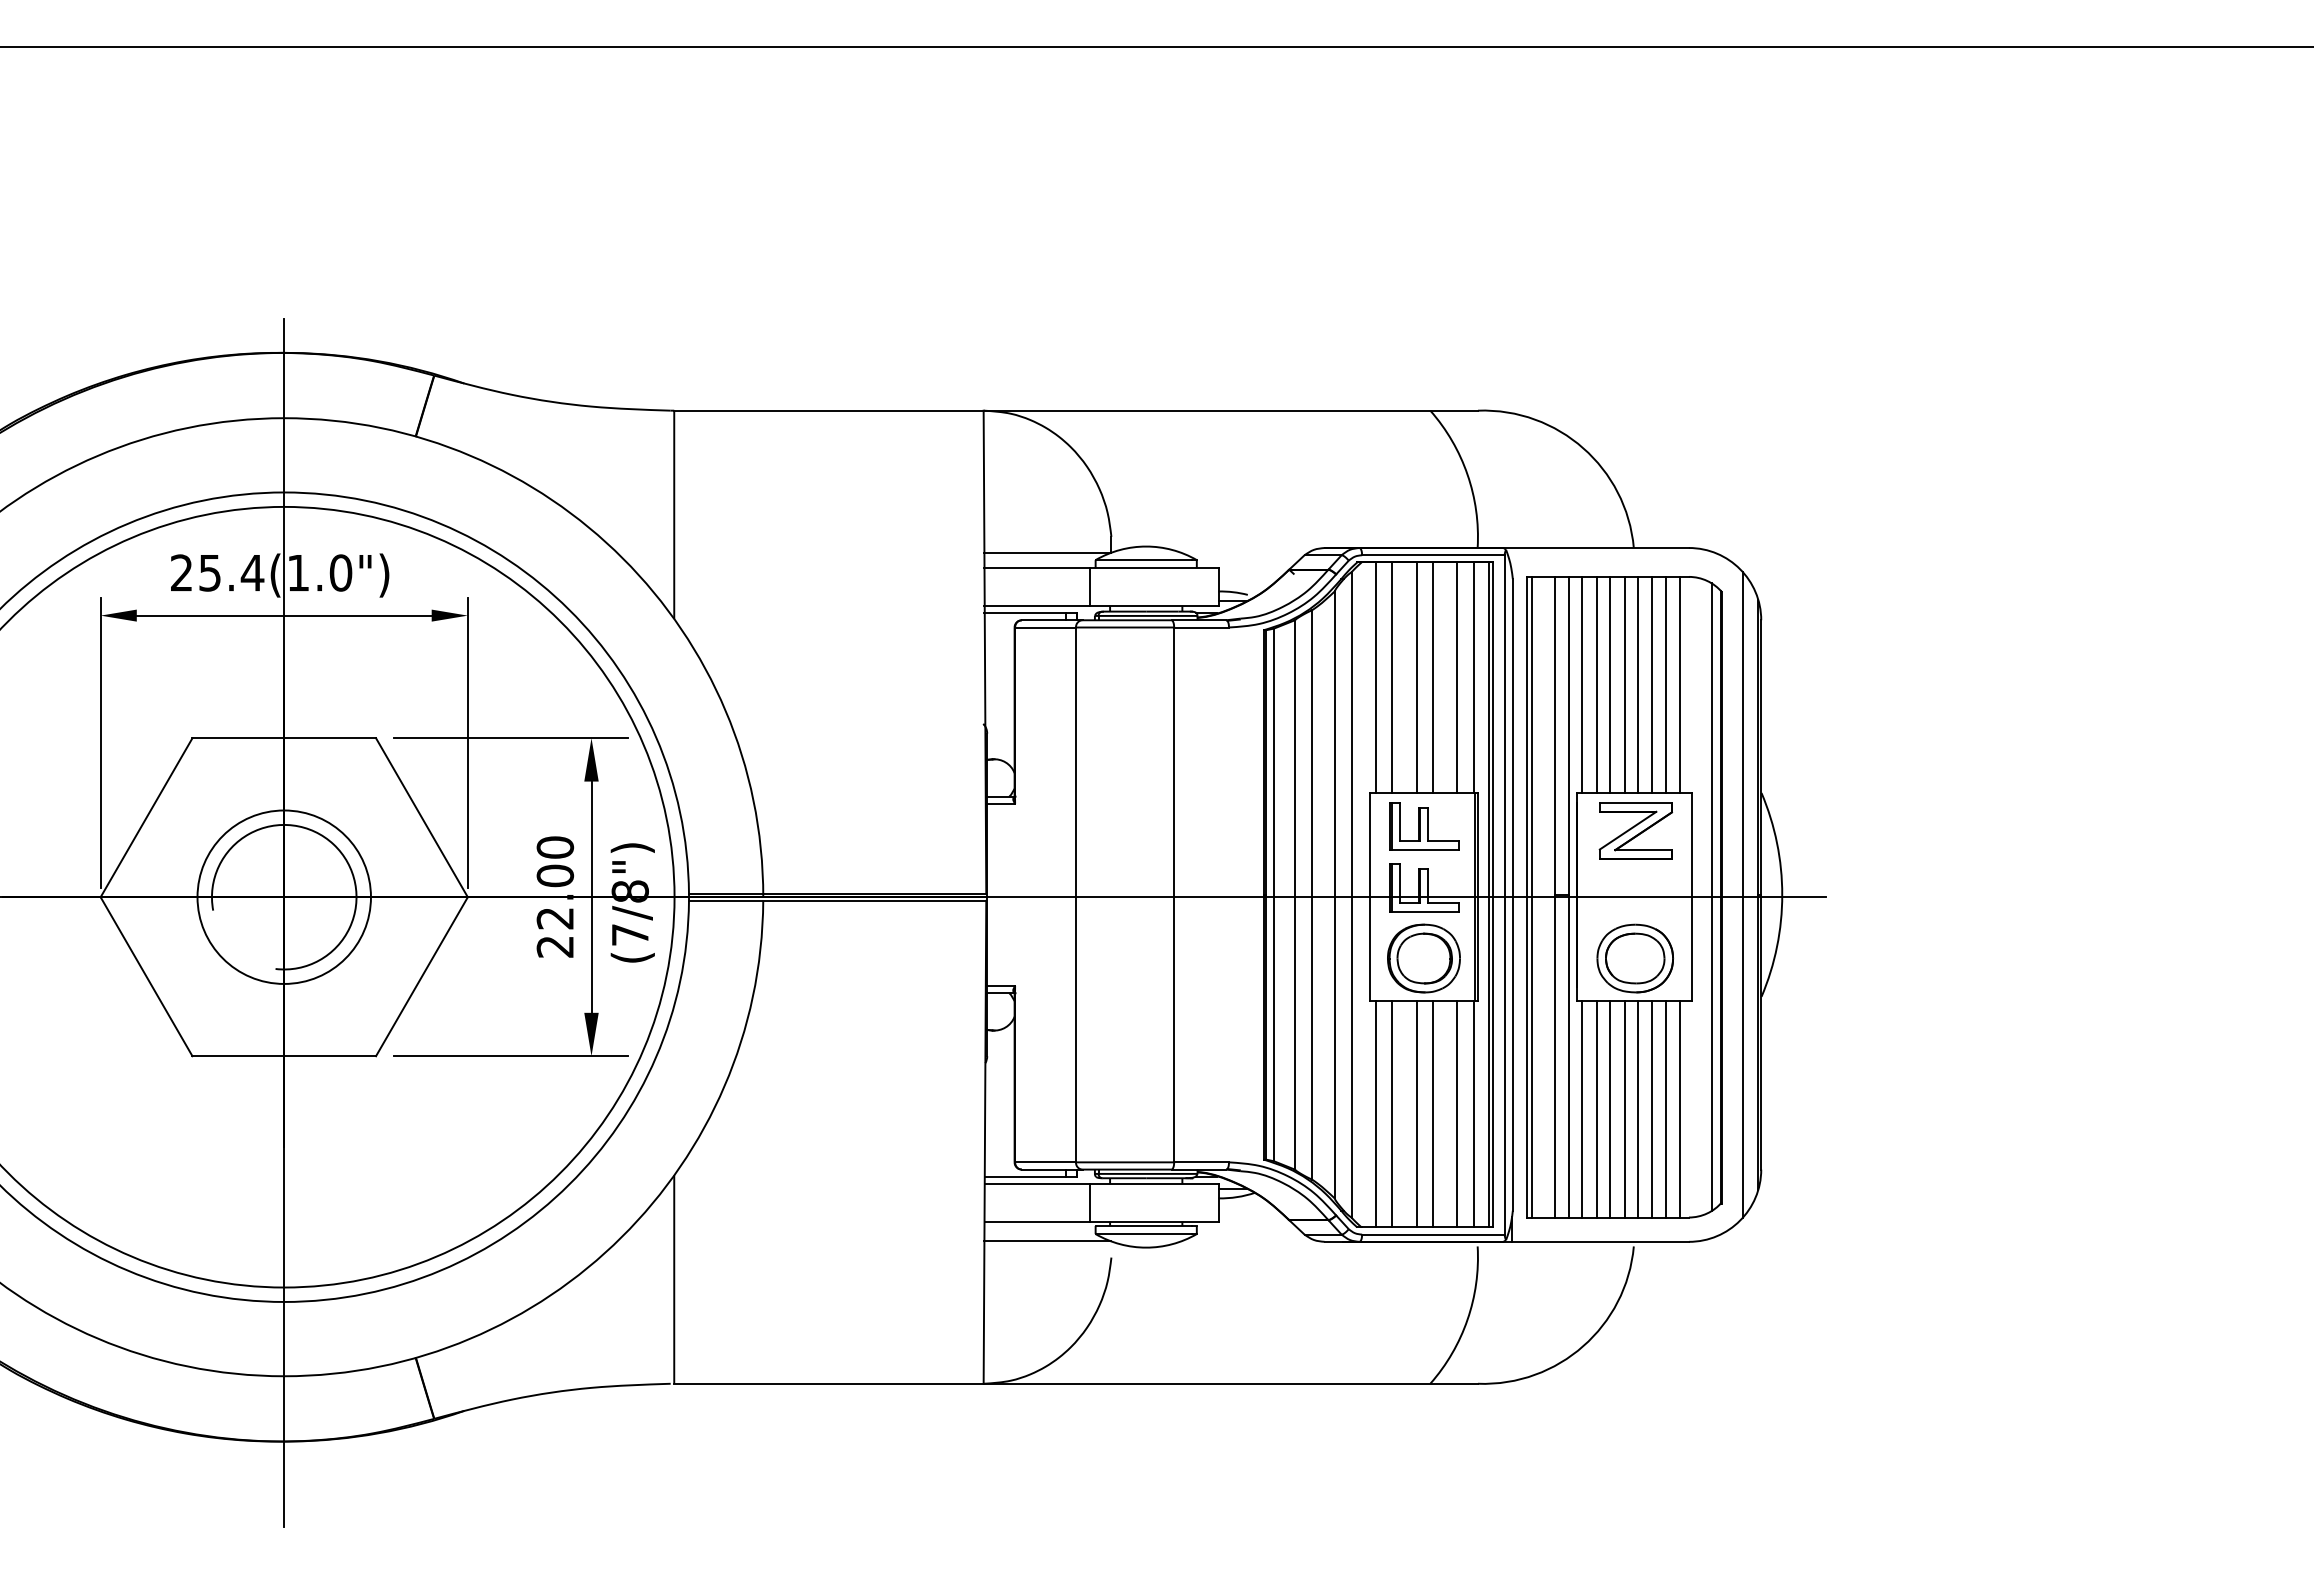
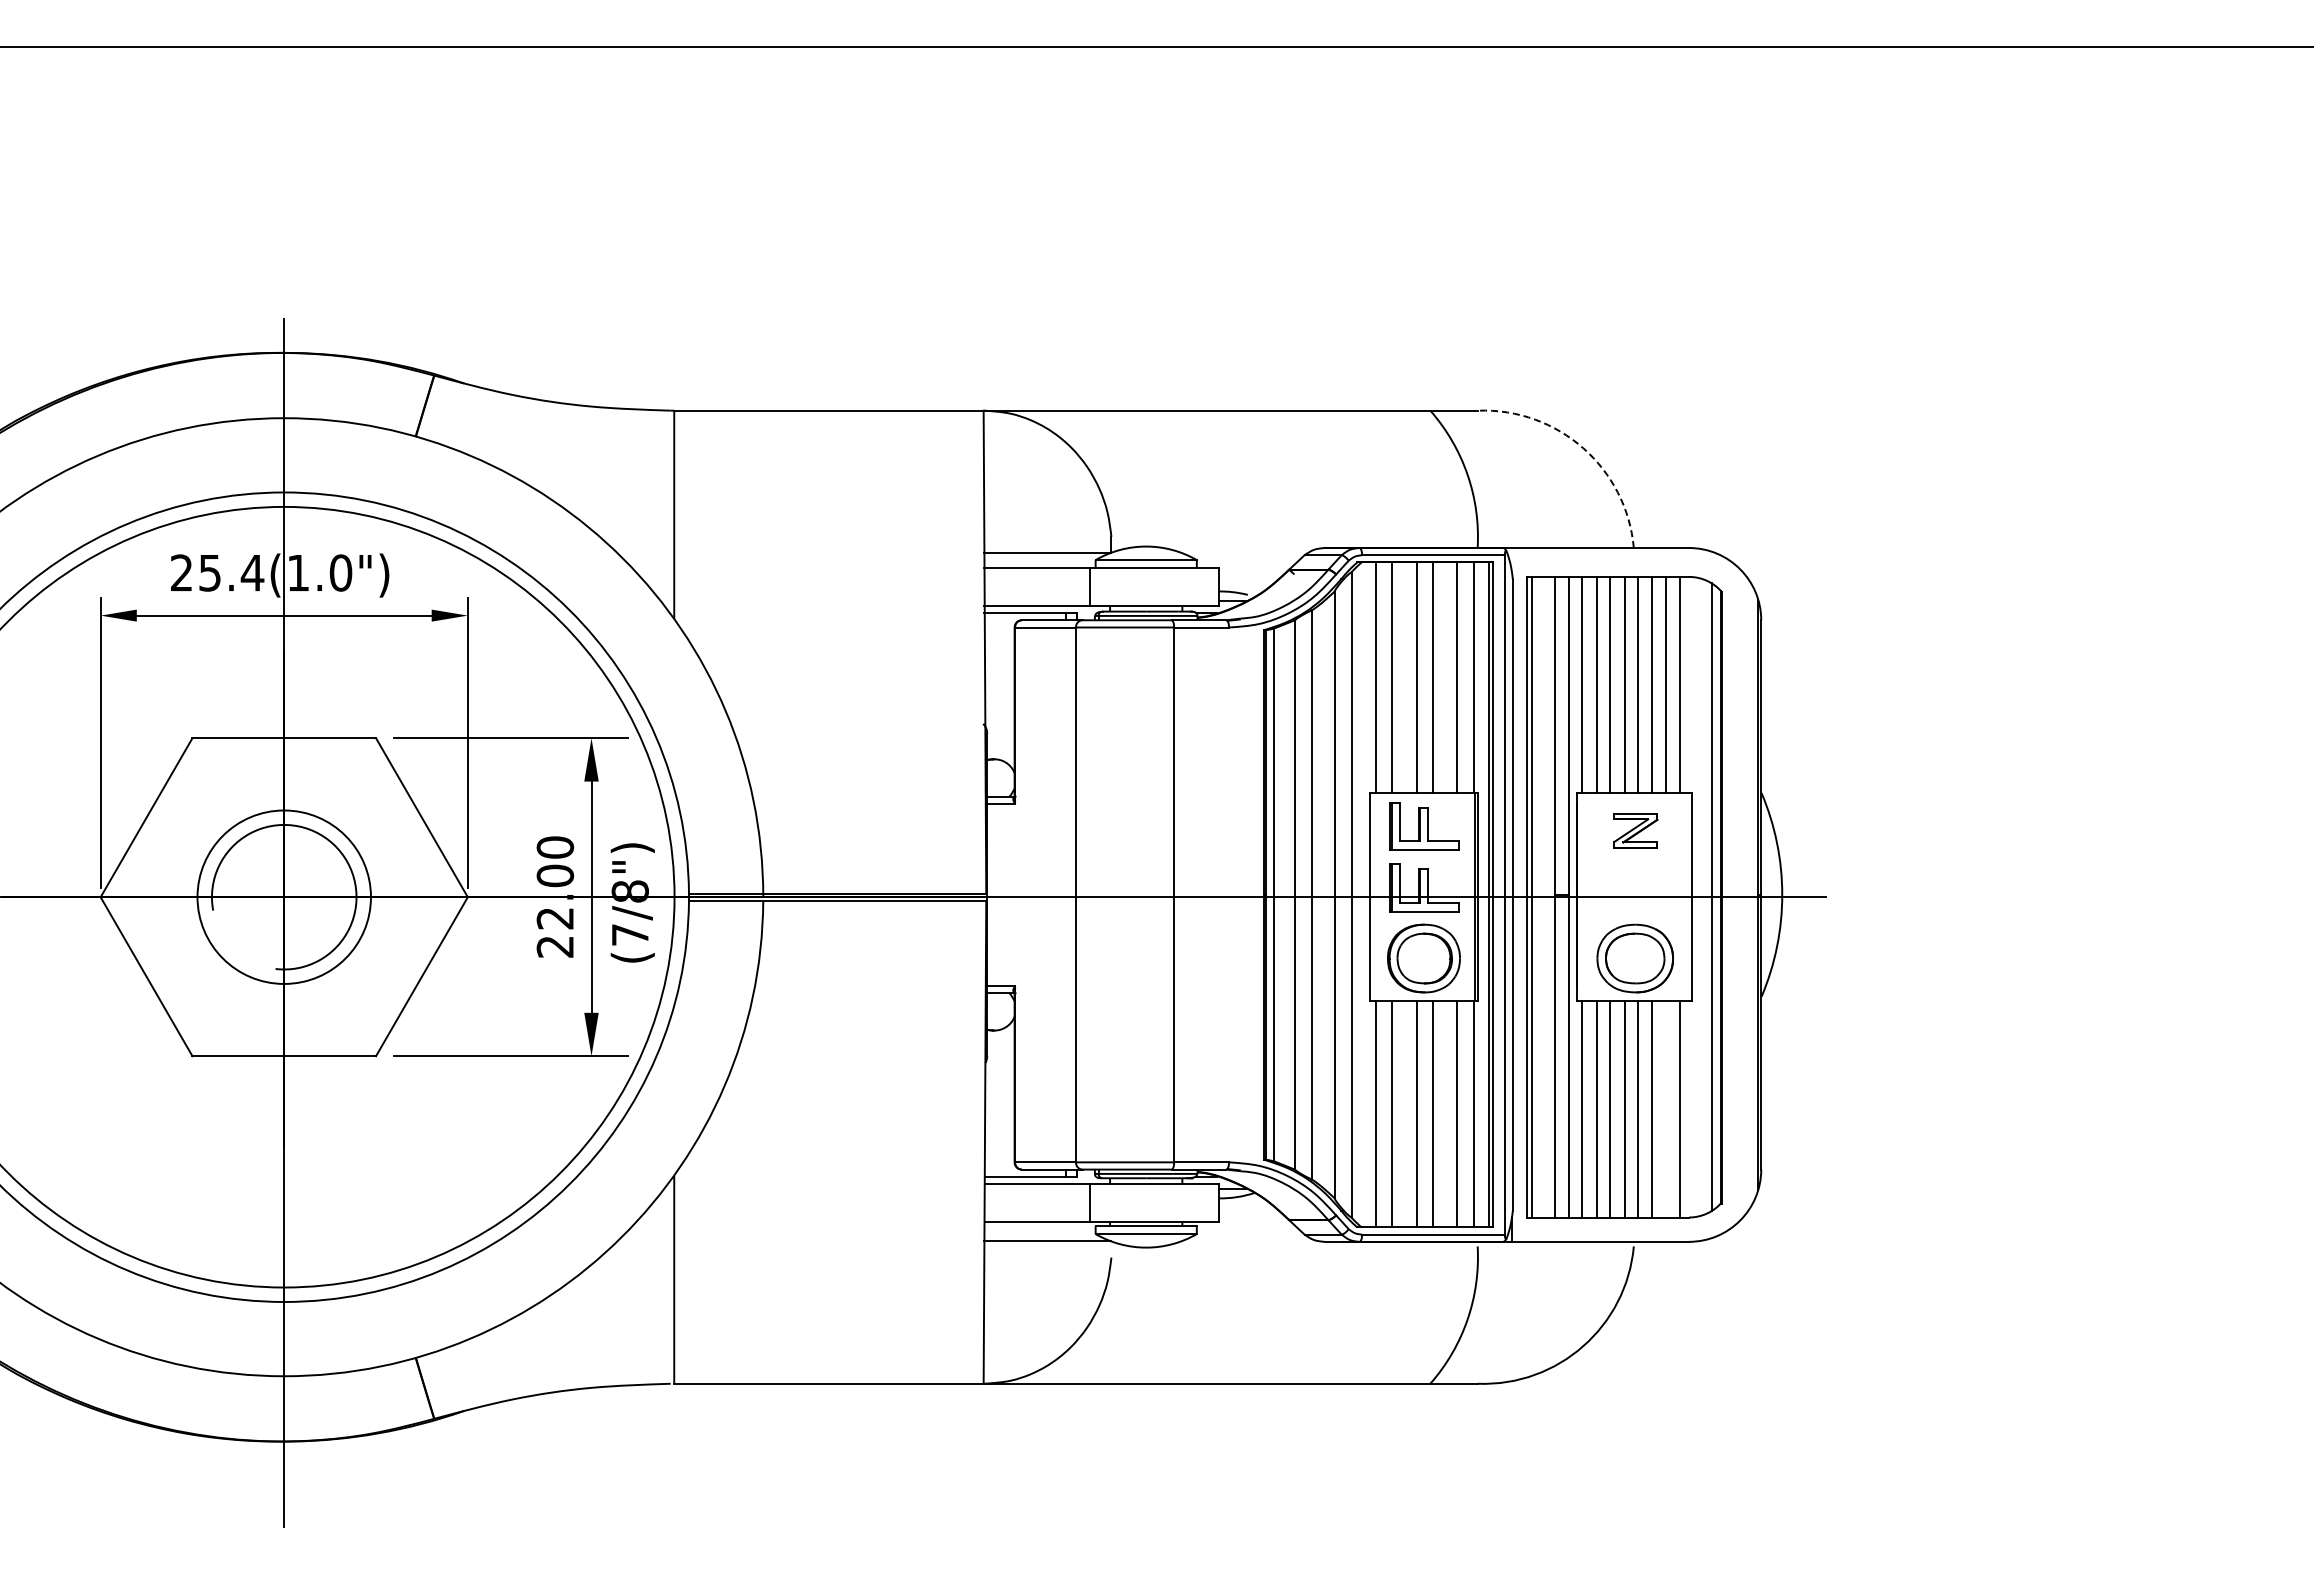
arc at (1583, 448): solid -> dashed
part at (1635, 830) size: 75x58 px -> 46x36 px
line at (1742, 894): present -> none
line at (1665, 1109): present -> none
